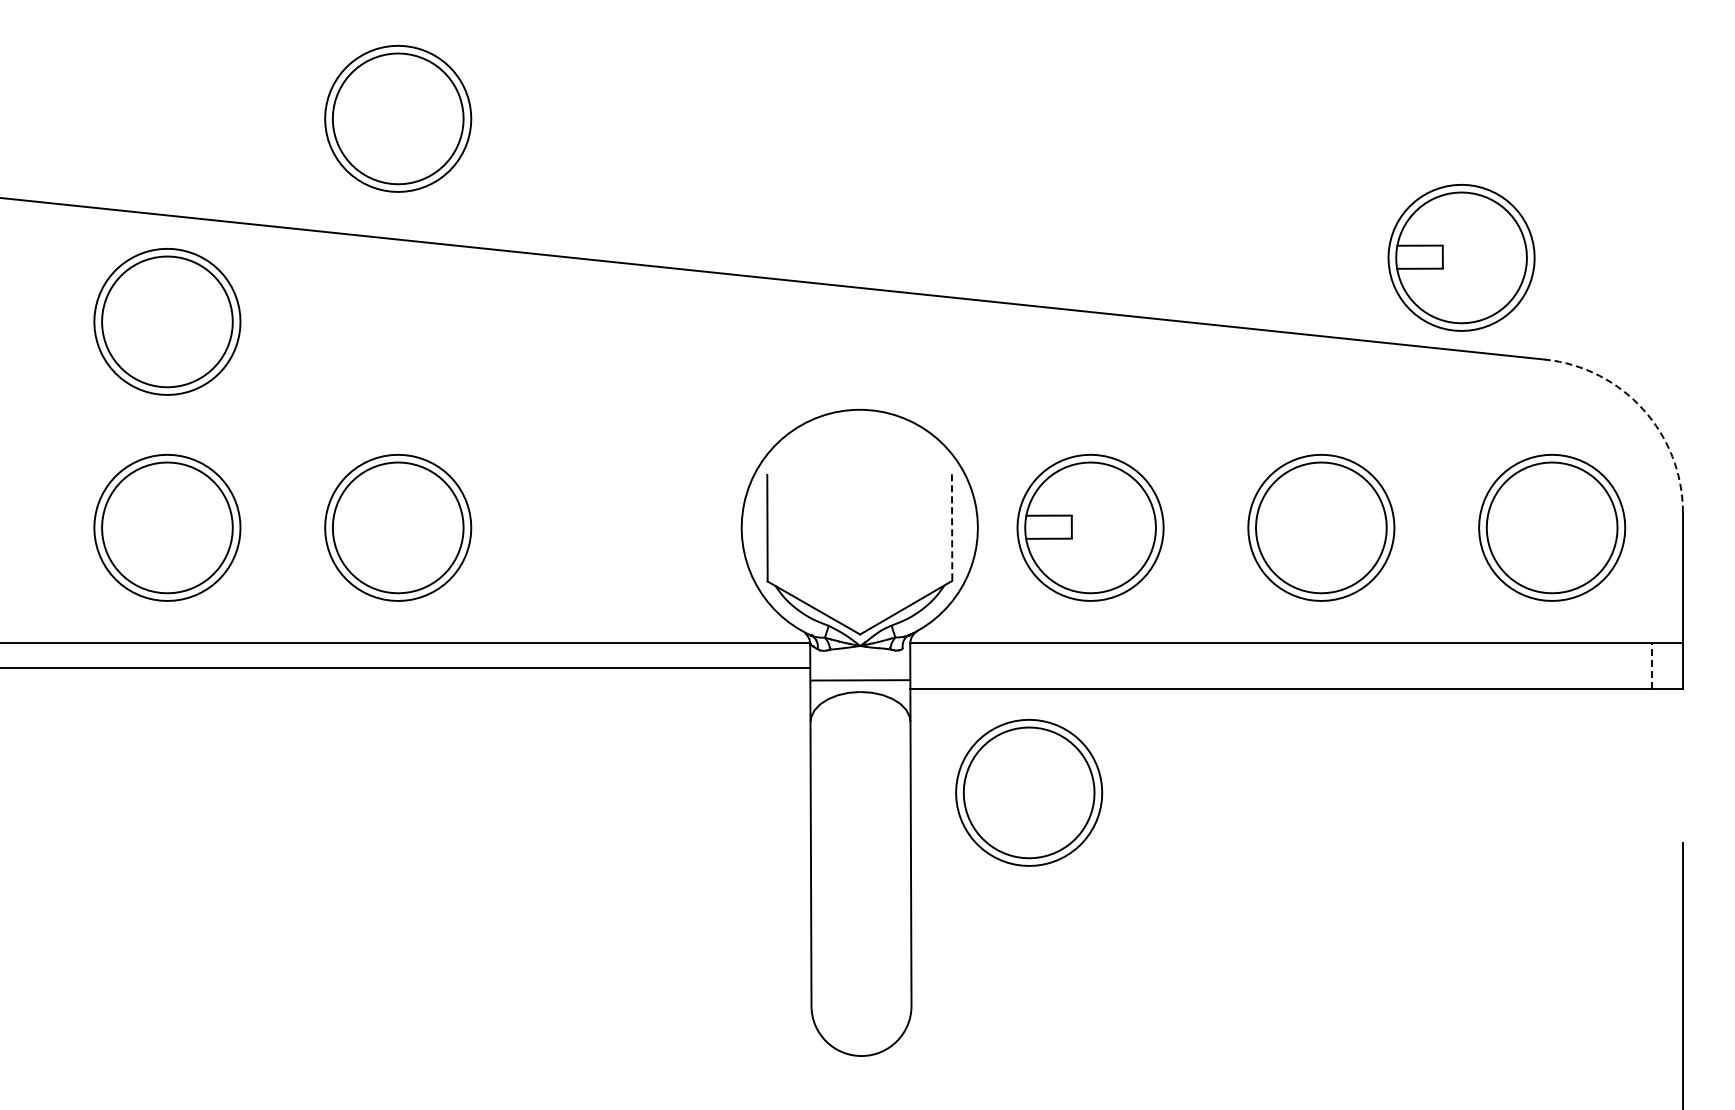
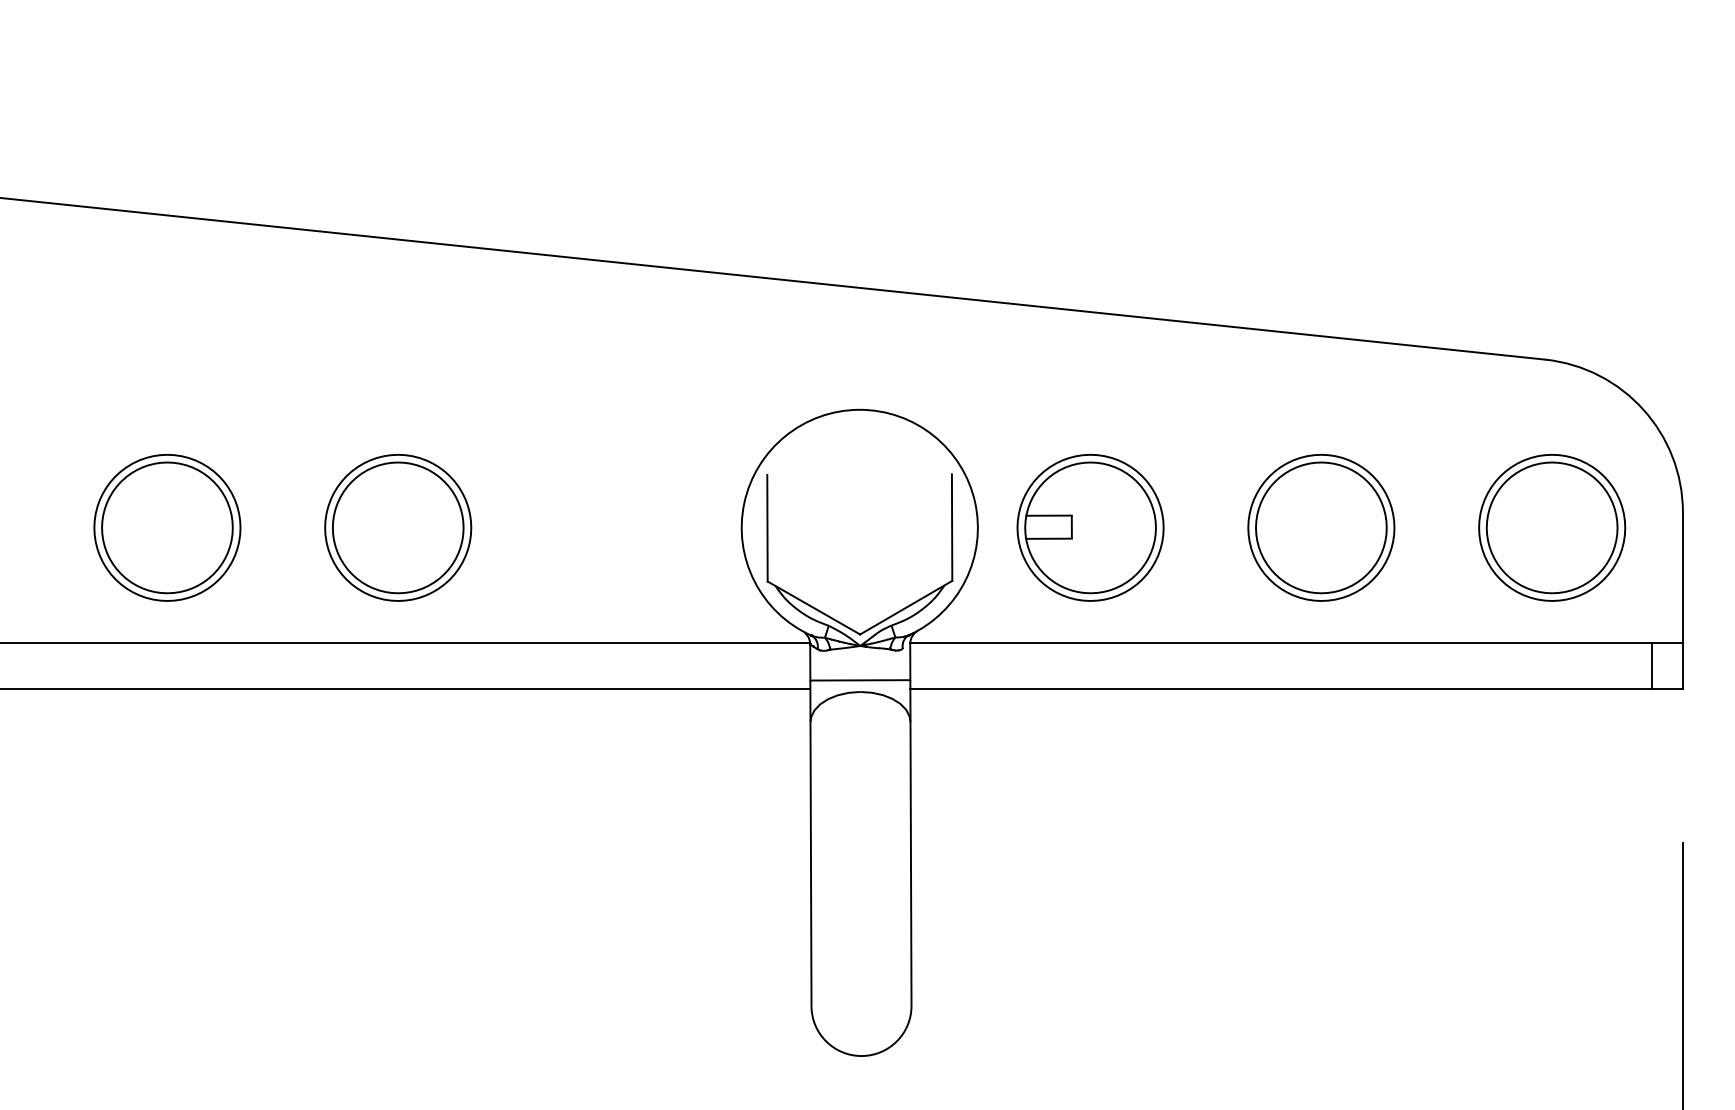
part at (398, 118): present -> none
part at (1461, 257): present -> none
part at (167, 321): present -> none
arc at (1643, 409): dashed -> solid
line at (952, 528): dashed -> solid
line at (1652, 665): dashed -> solid
line at (406, 668) position: (406, 668) -> (406, 689)
part at (1029, 792): present -> none
